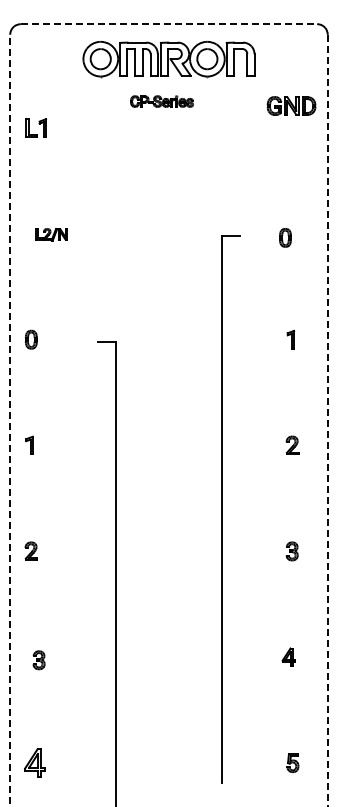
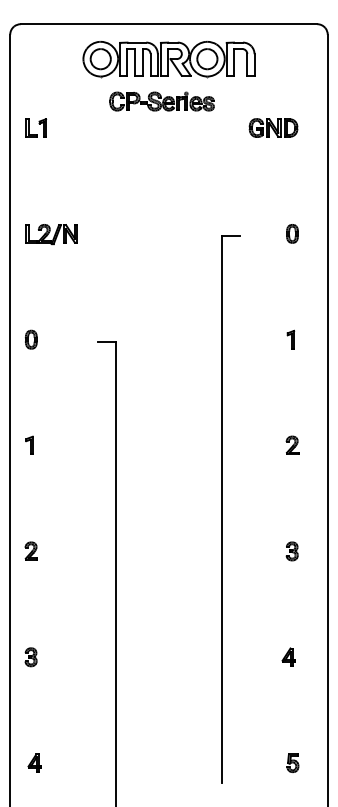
line at (169, 24): dashed -> solid
part at (161, 101) size: 64x13 px -> 106x21 px
part at (291, 105) position: (291, 105) -> (273, 127)
part at (51, 234) size: 33x14 px -> 53x22 px
part at (285, 237) position: (285, 237) -> (292, 233)
line at (10, 420): dashed -> solid
line at (327, 420): dashed -> solid
part at (38, 660) position: (38, 660) -> (30, 657)
part at (34, 762) size: 22x30 px -> 15x20 px
